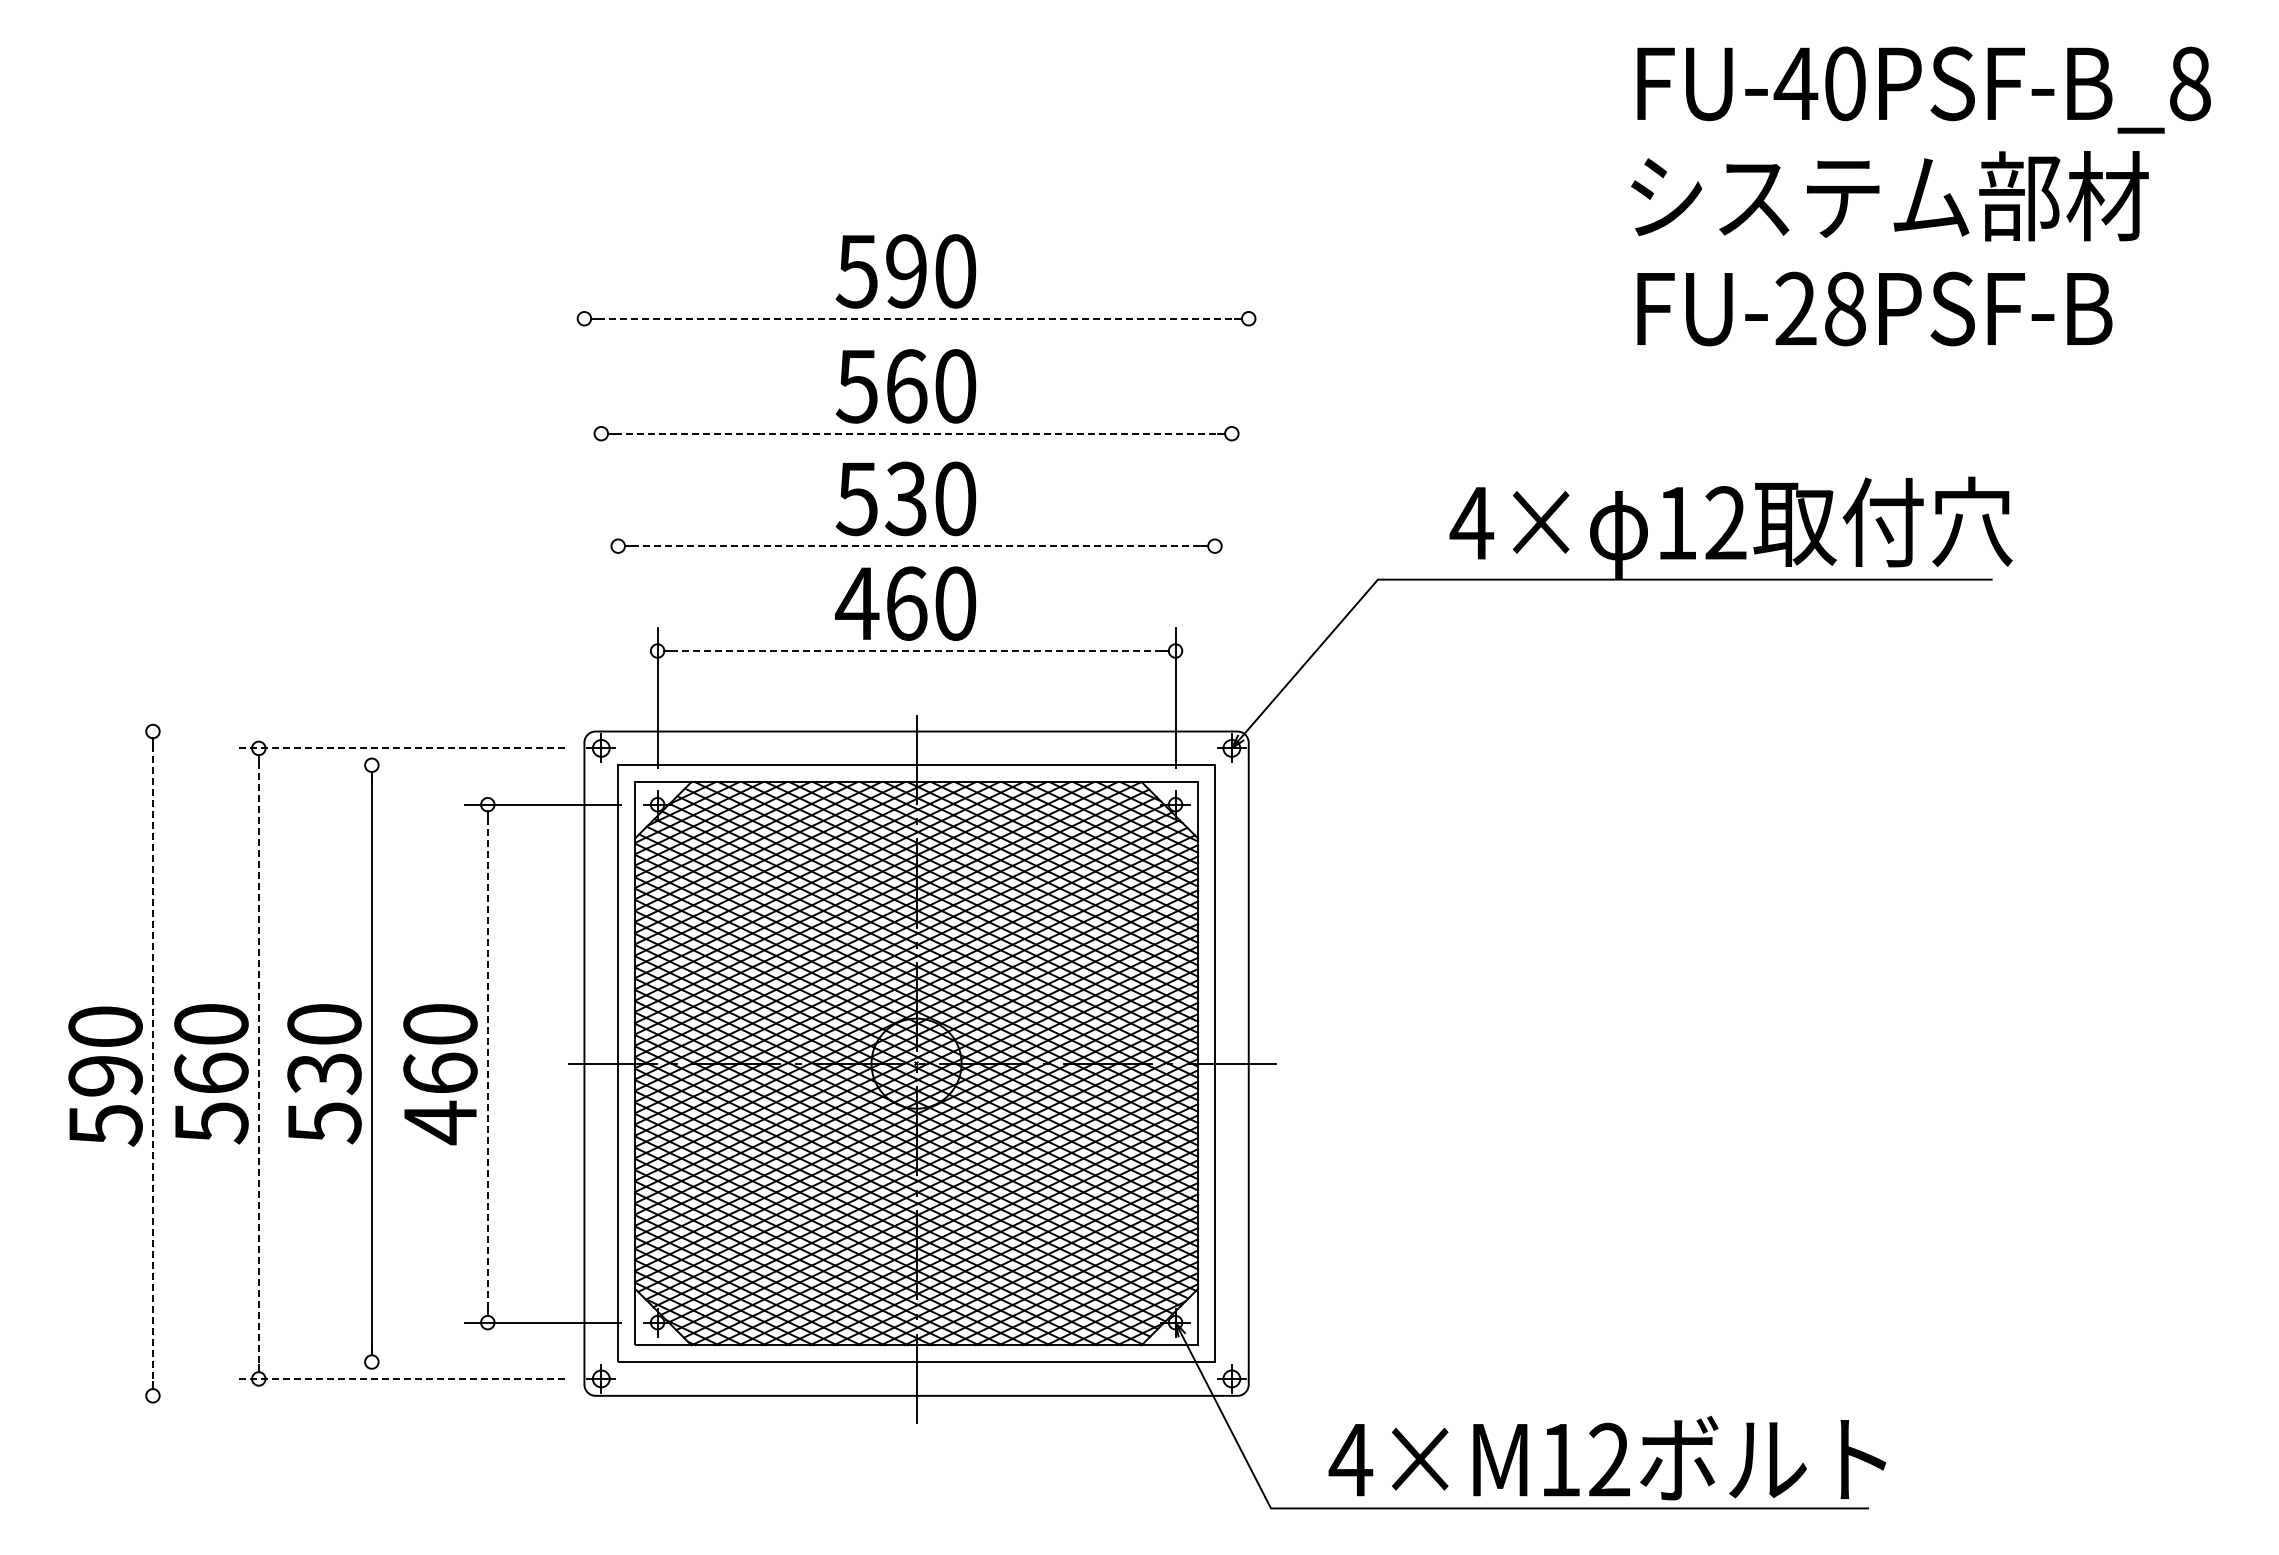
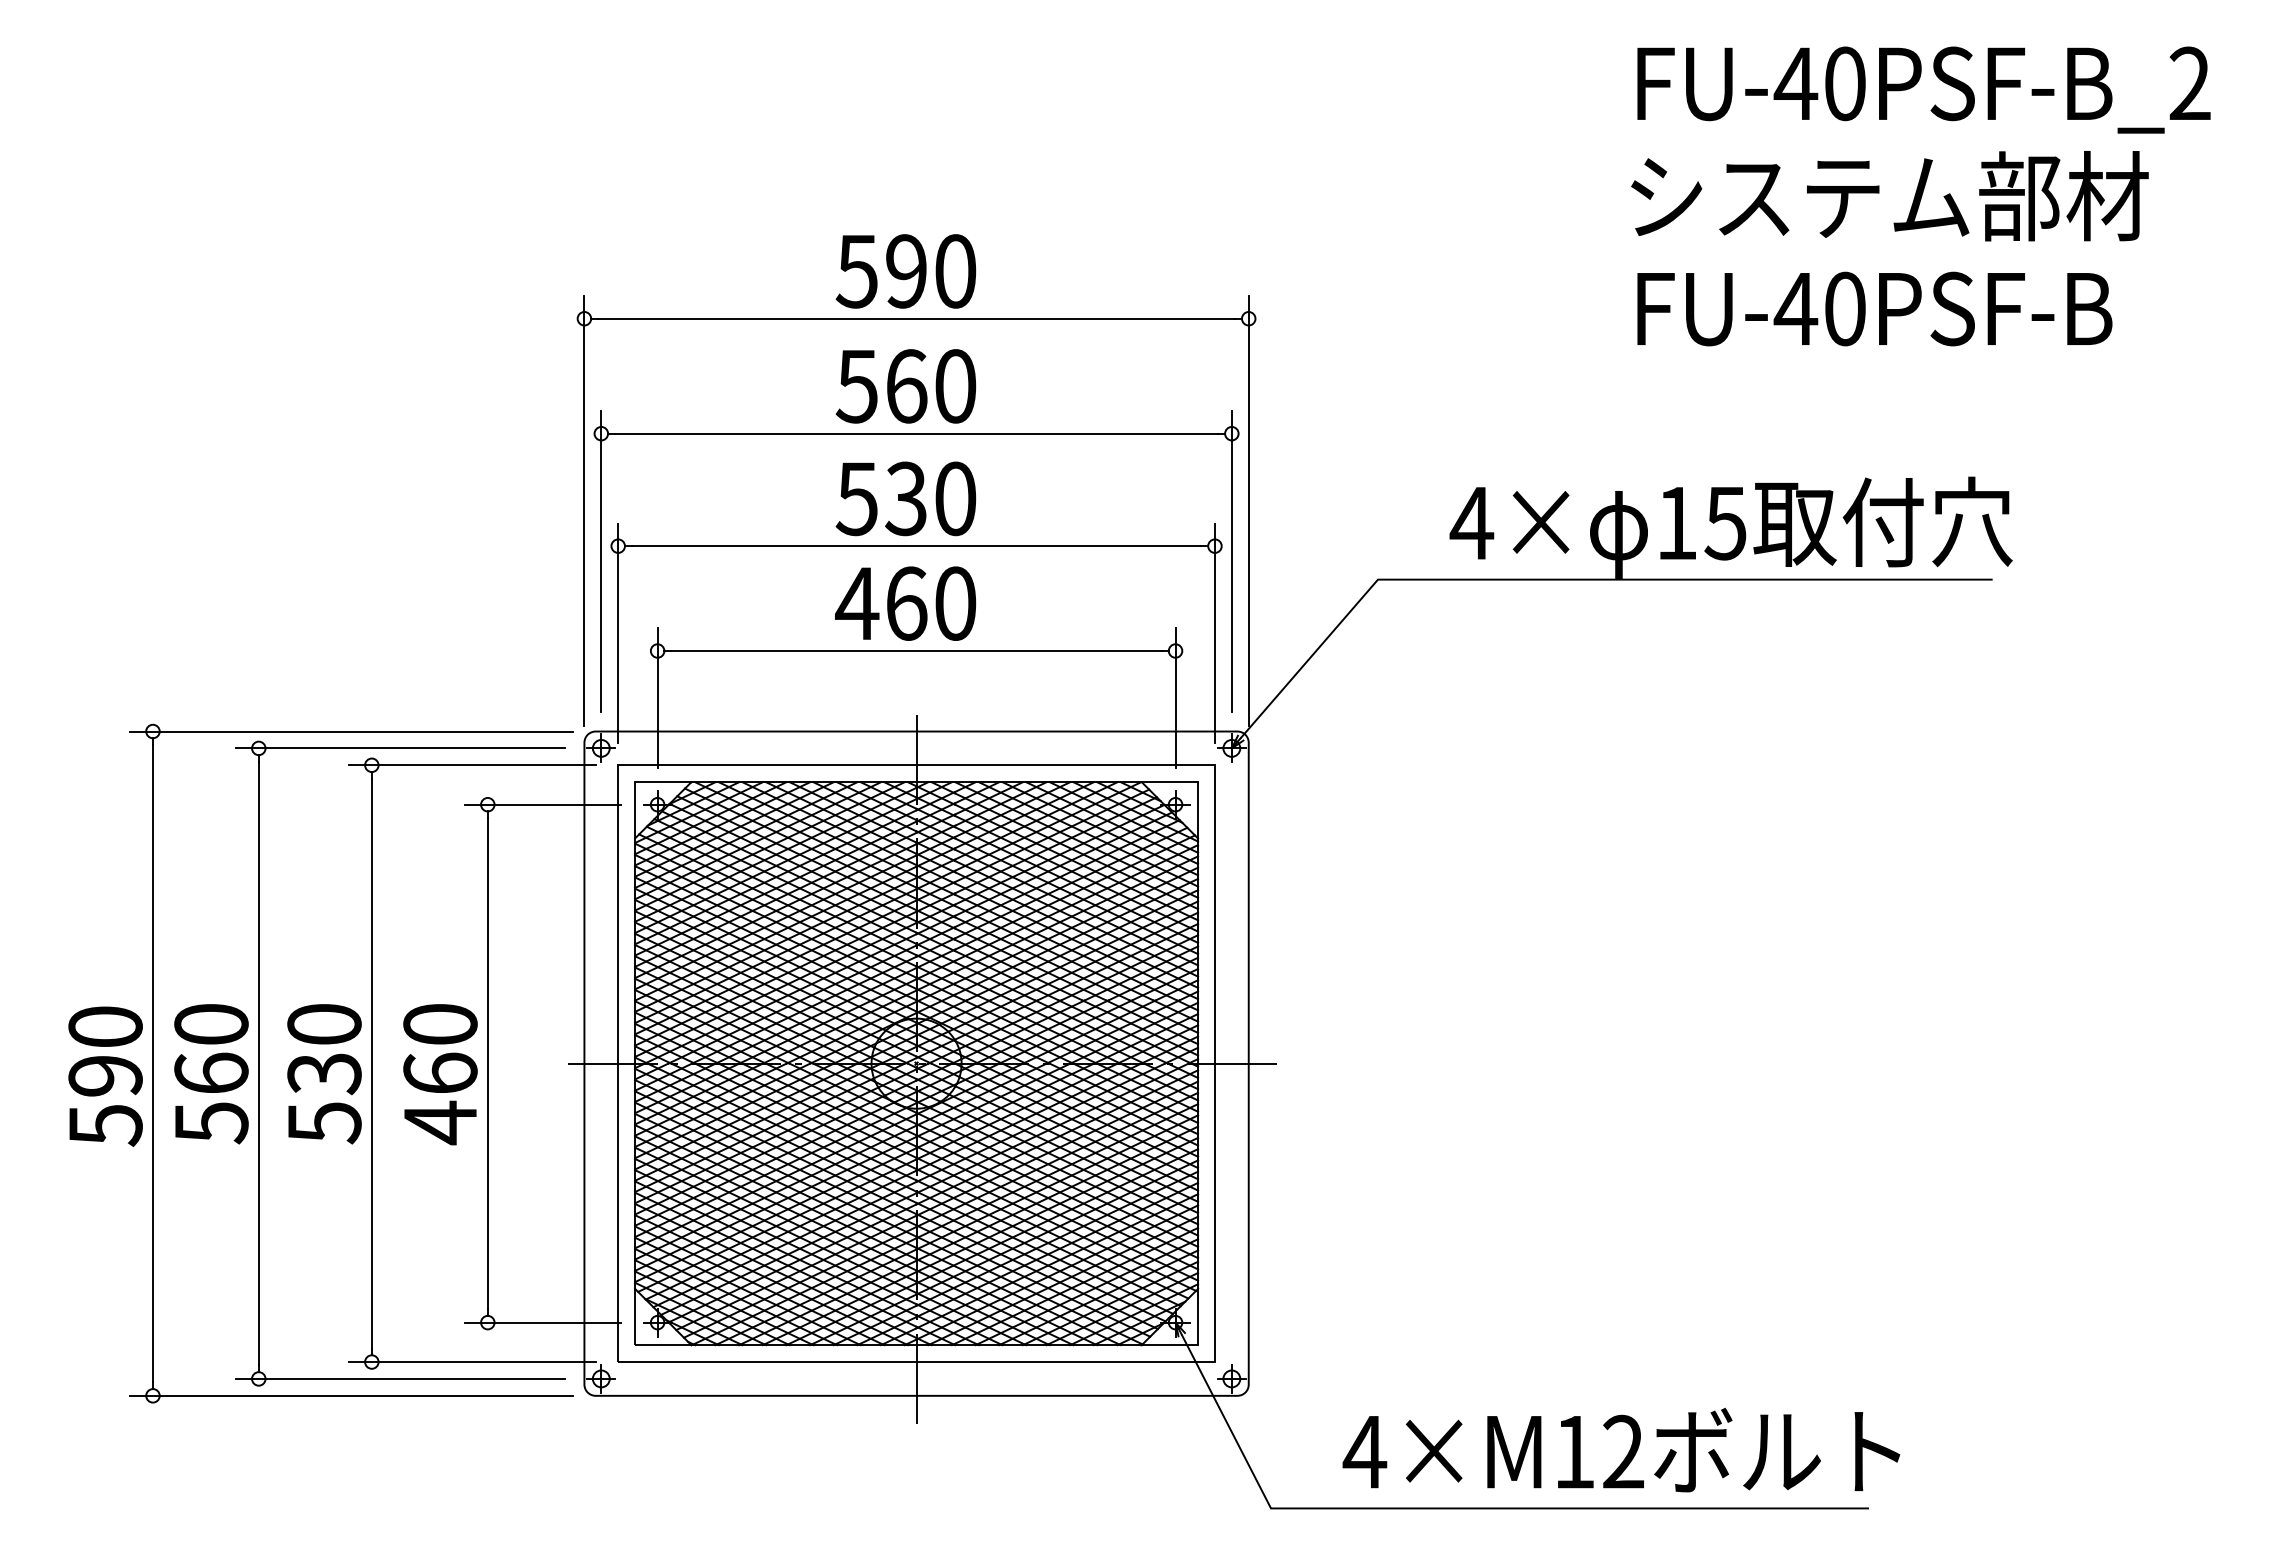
text at (2189, 83): FU-40PSF-B_8 -> FU-40PSF-B_2
text at (1819, 308): FU-28PSF-B -> FU-40PSF-B
line at (916, 318): dashed -> solid
line at (916, 433): dashed -> solid
line at (584, 510): none -> present
line at (1248, 510): none -> present
text at (1725, 523): 12 -> 15
line at (916, 546): dashed -> solid
line at (601, 561): none -> present
line at (1231, 561): none -> present
line at (618, 632): none -> present
line at (1214, 632): none -> present
line at (917, 651): dashed -> solid
line at (351, 731): none -> present
line at (400, 748): dashed -> solid
line at (472, 765): none -> present
line at (152, 1063): dashed -> solid
line at (258, 1063): dashed -> solid
line at (487, 1064): dashed -> solid
line at (472, 1362): none -> present
line at (400, 1378): dashed -> solid
line at (351, 1395): none -> present
text at (1607, 1457) position: (1607, 1457) -> (1621, 1449)
